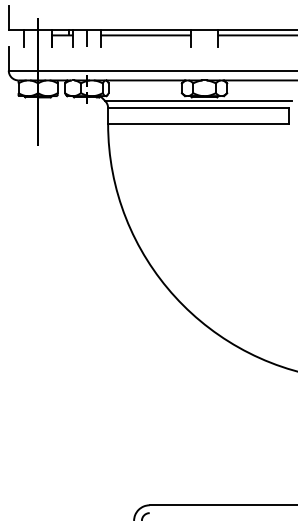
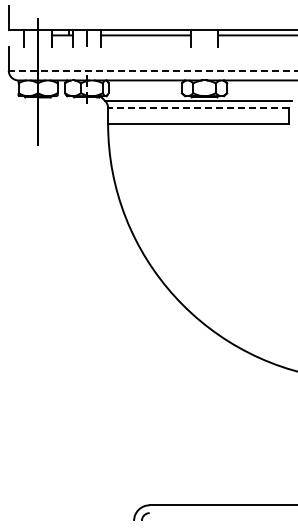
line at (152, 70): solid -> dashed
line at (198, 108): solid -> dashed
